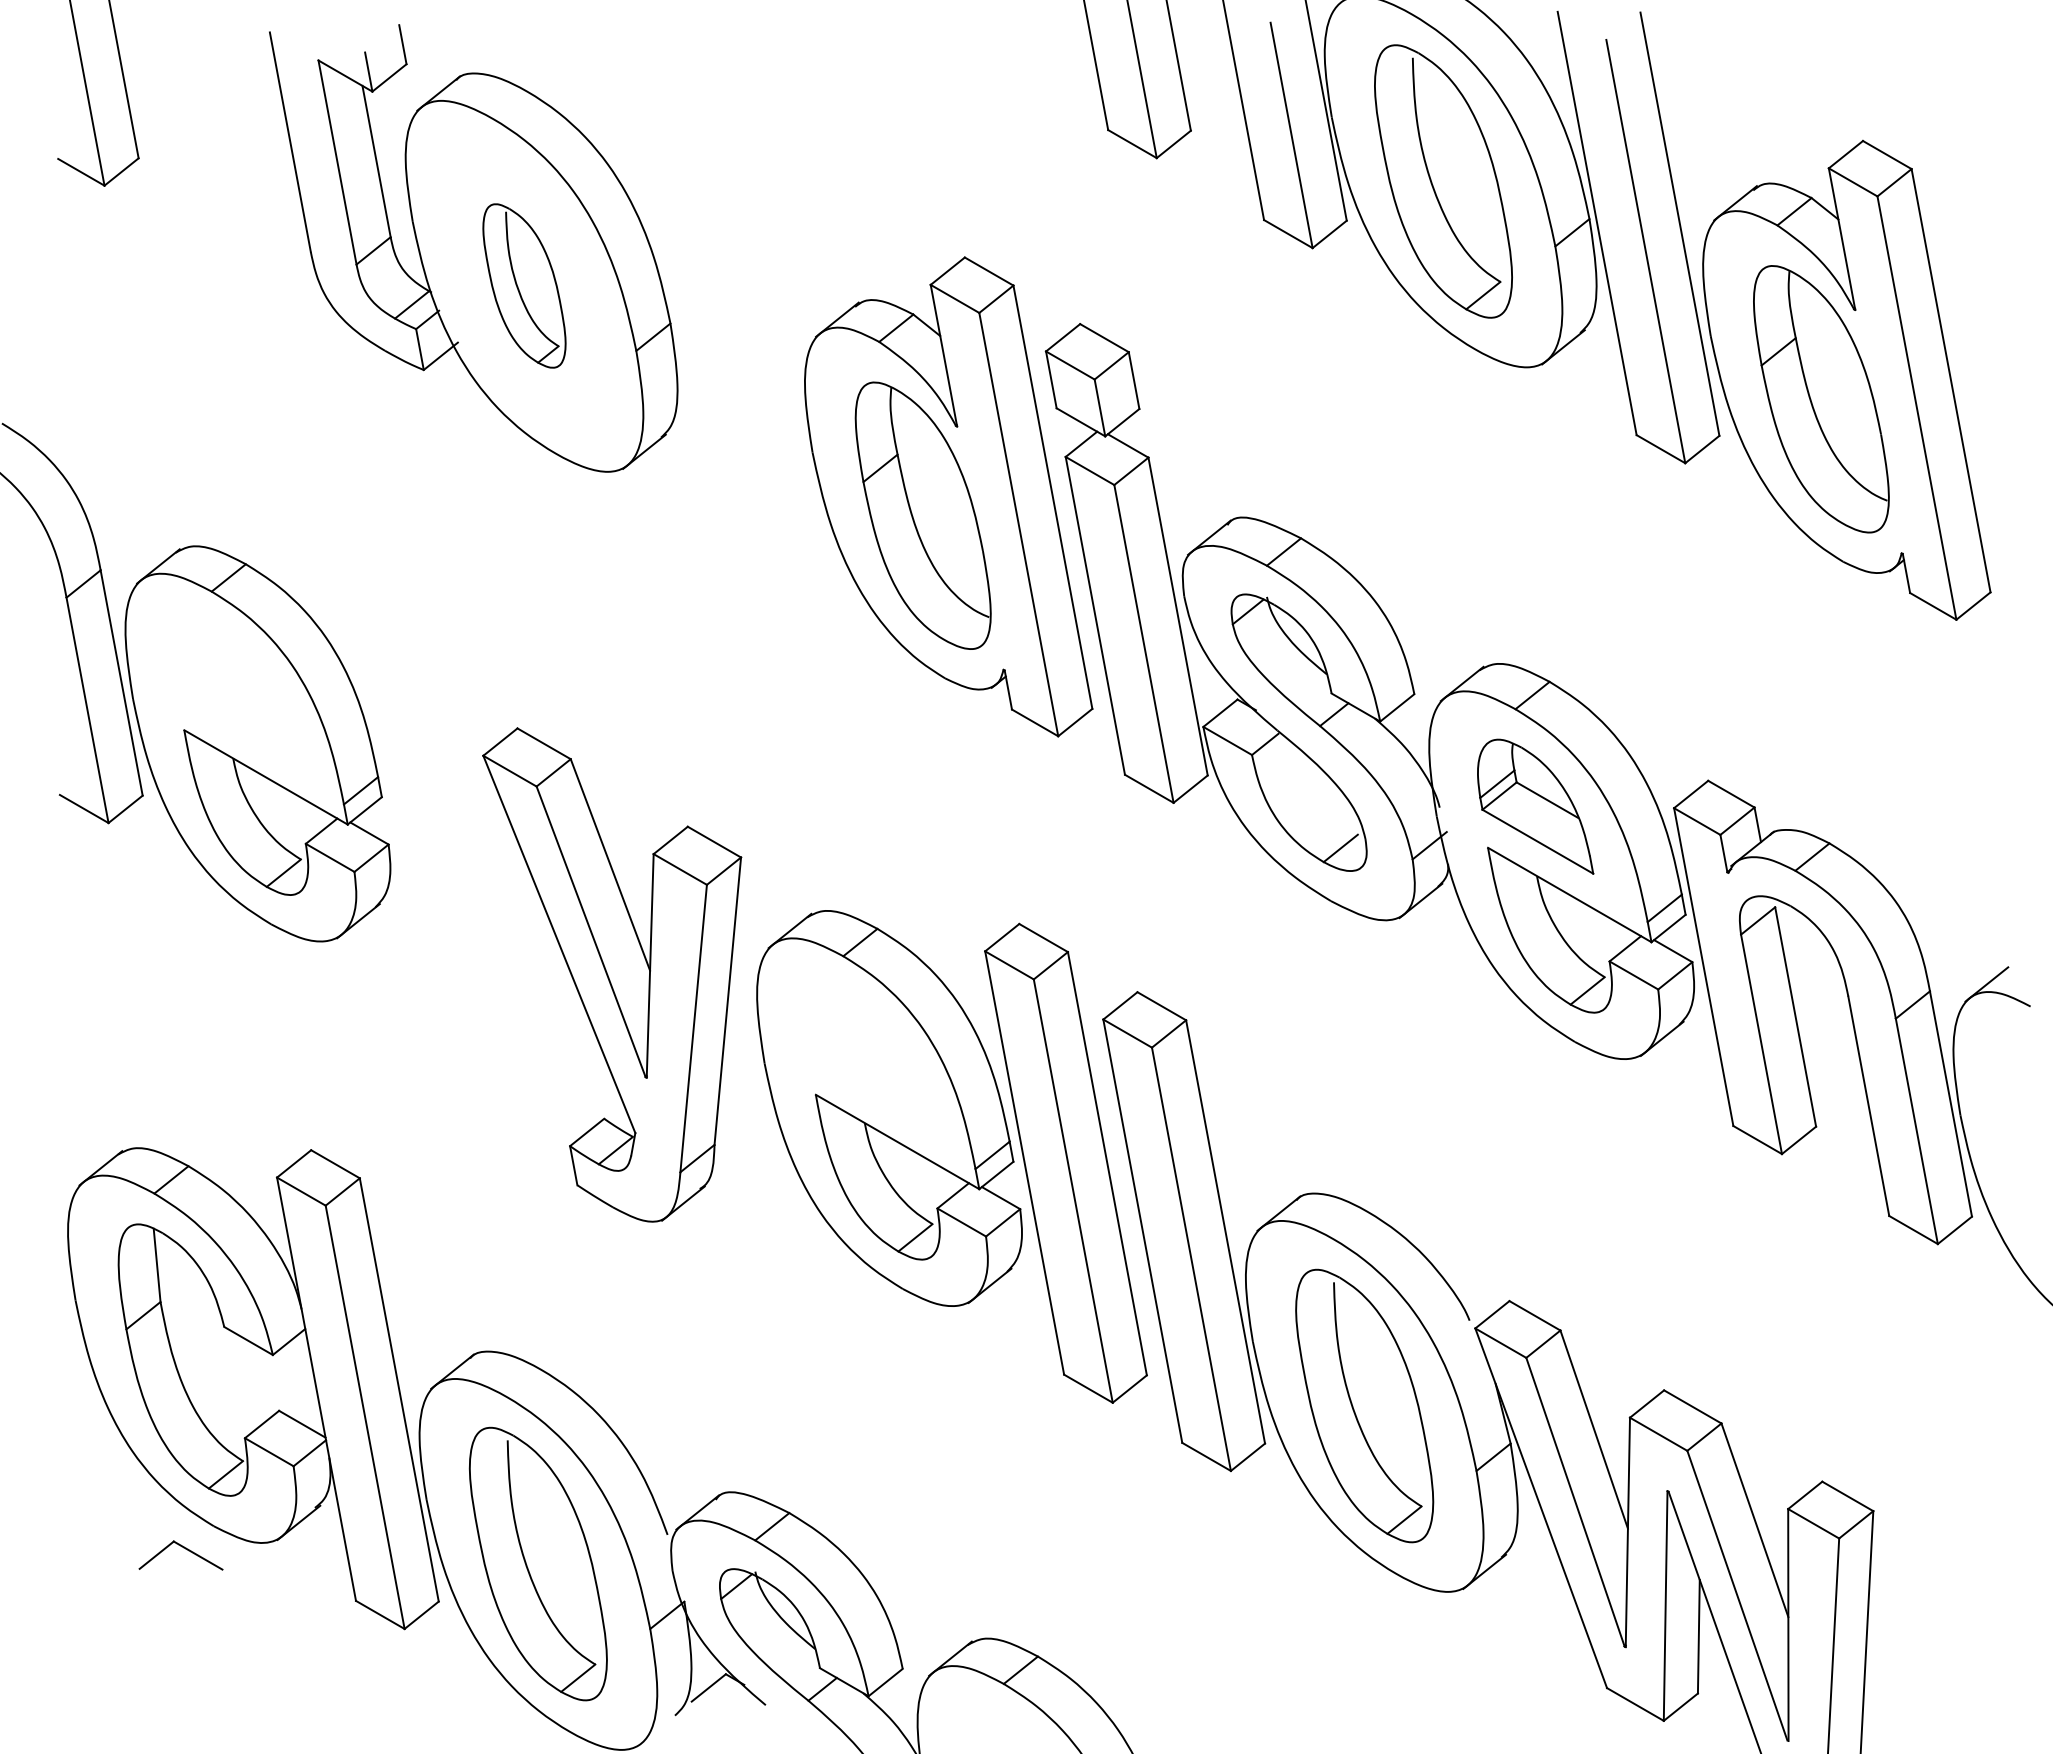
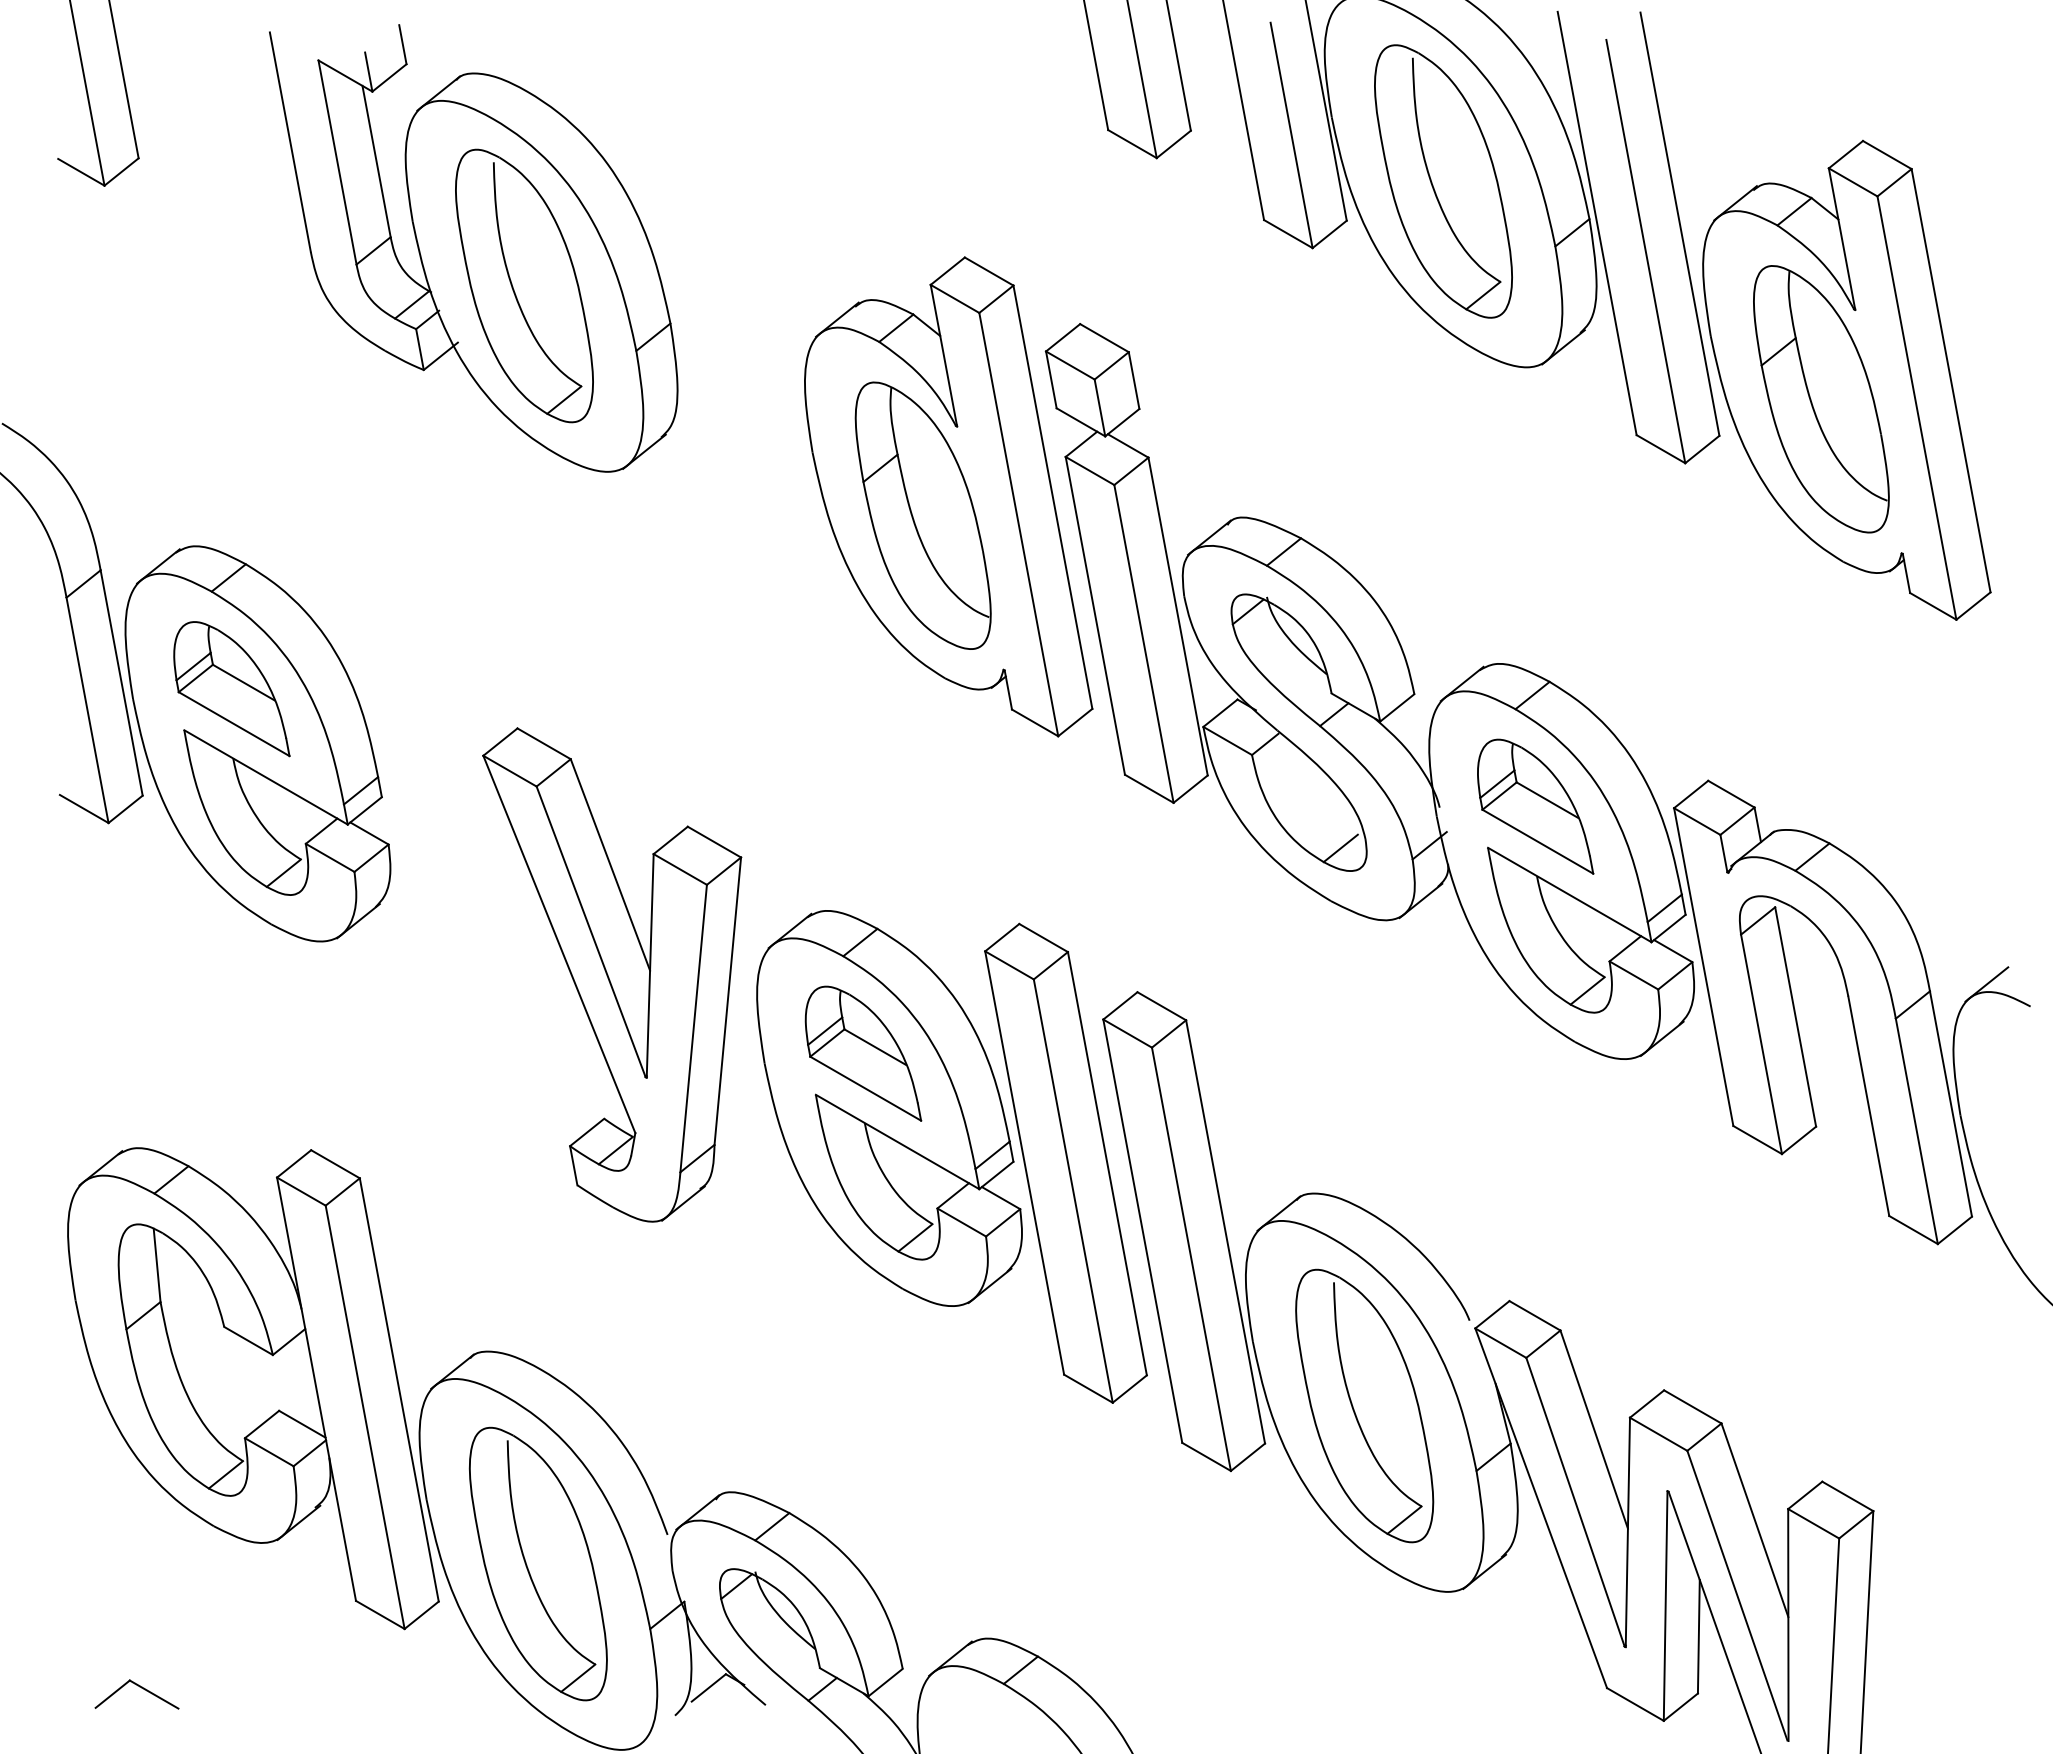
part at (524, 285) size: 85x166 px -> 139x276 px
part at (231, 689): none -> present
part at (863, 1053): none -> present
part at (183, 1548) position: (183, 1548) -> (139, 1687)
